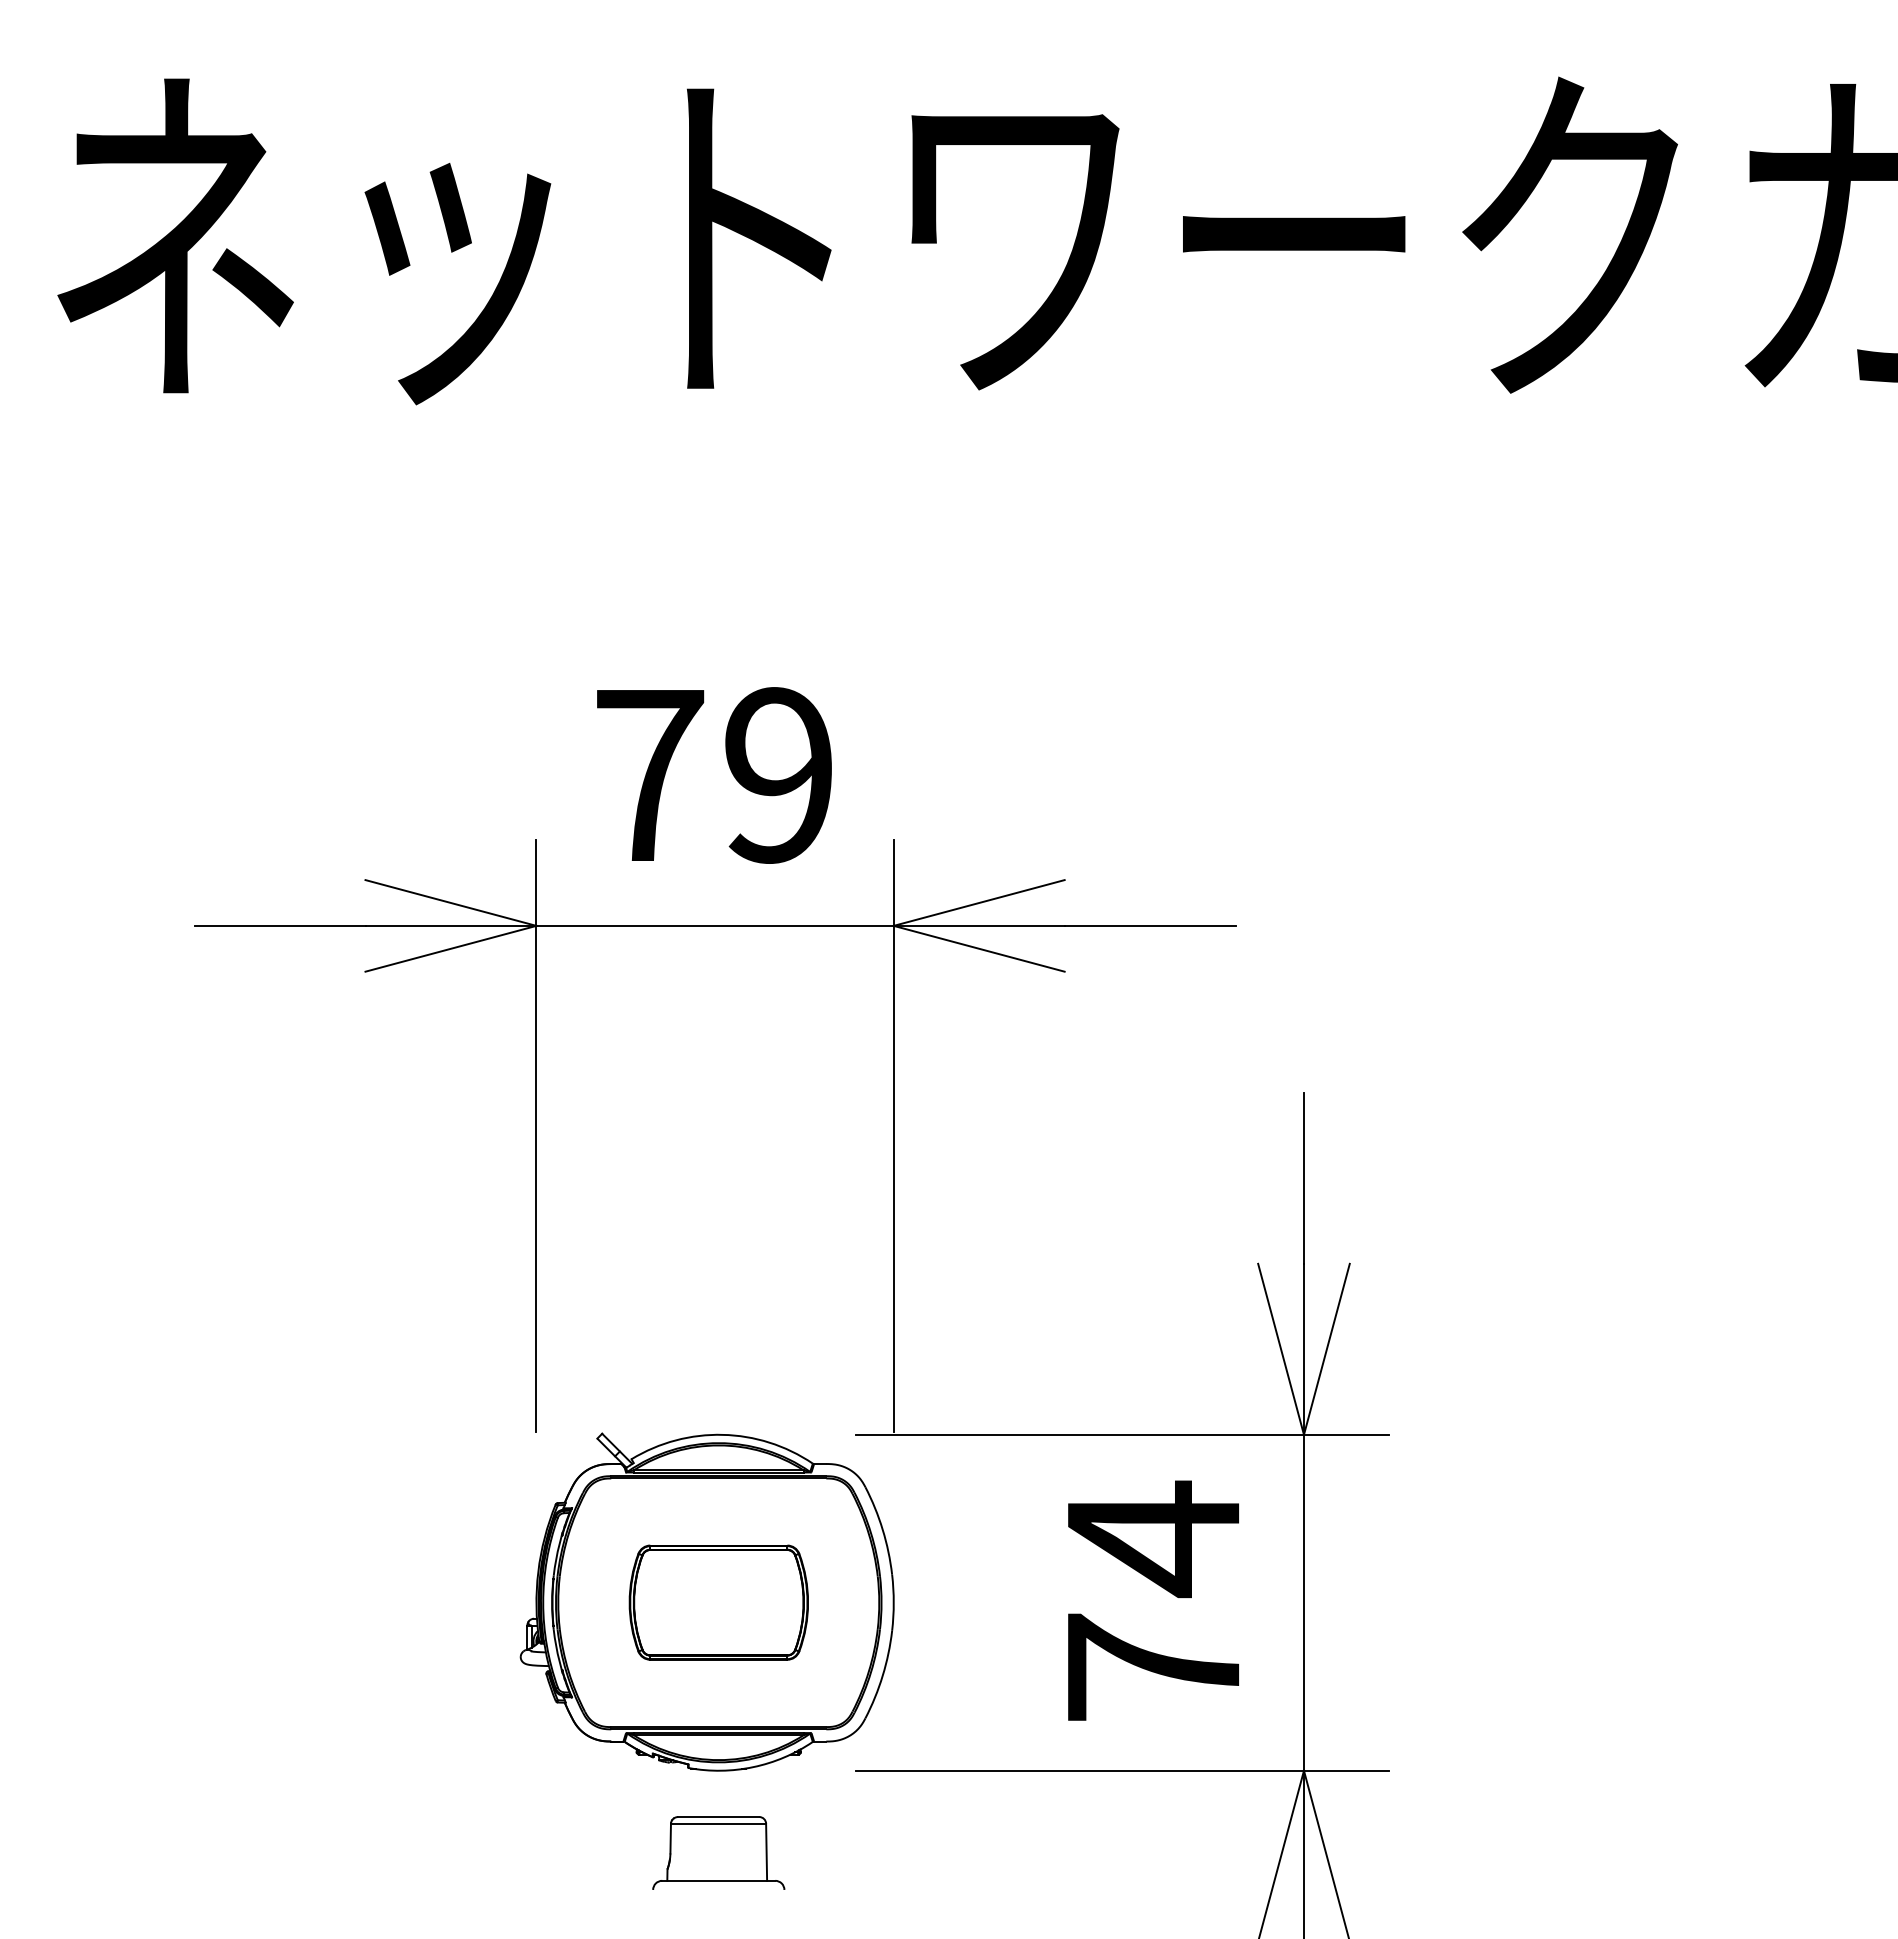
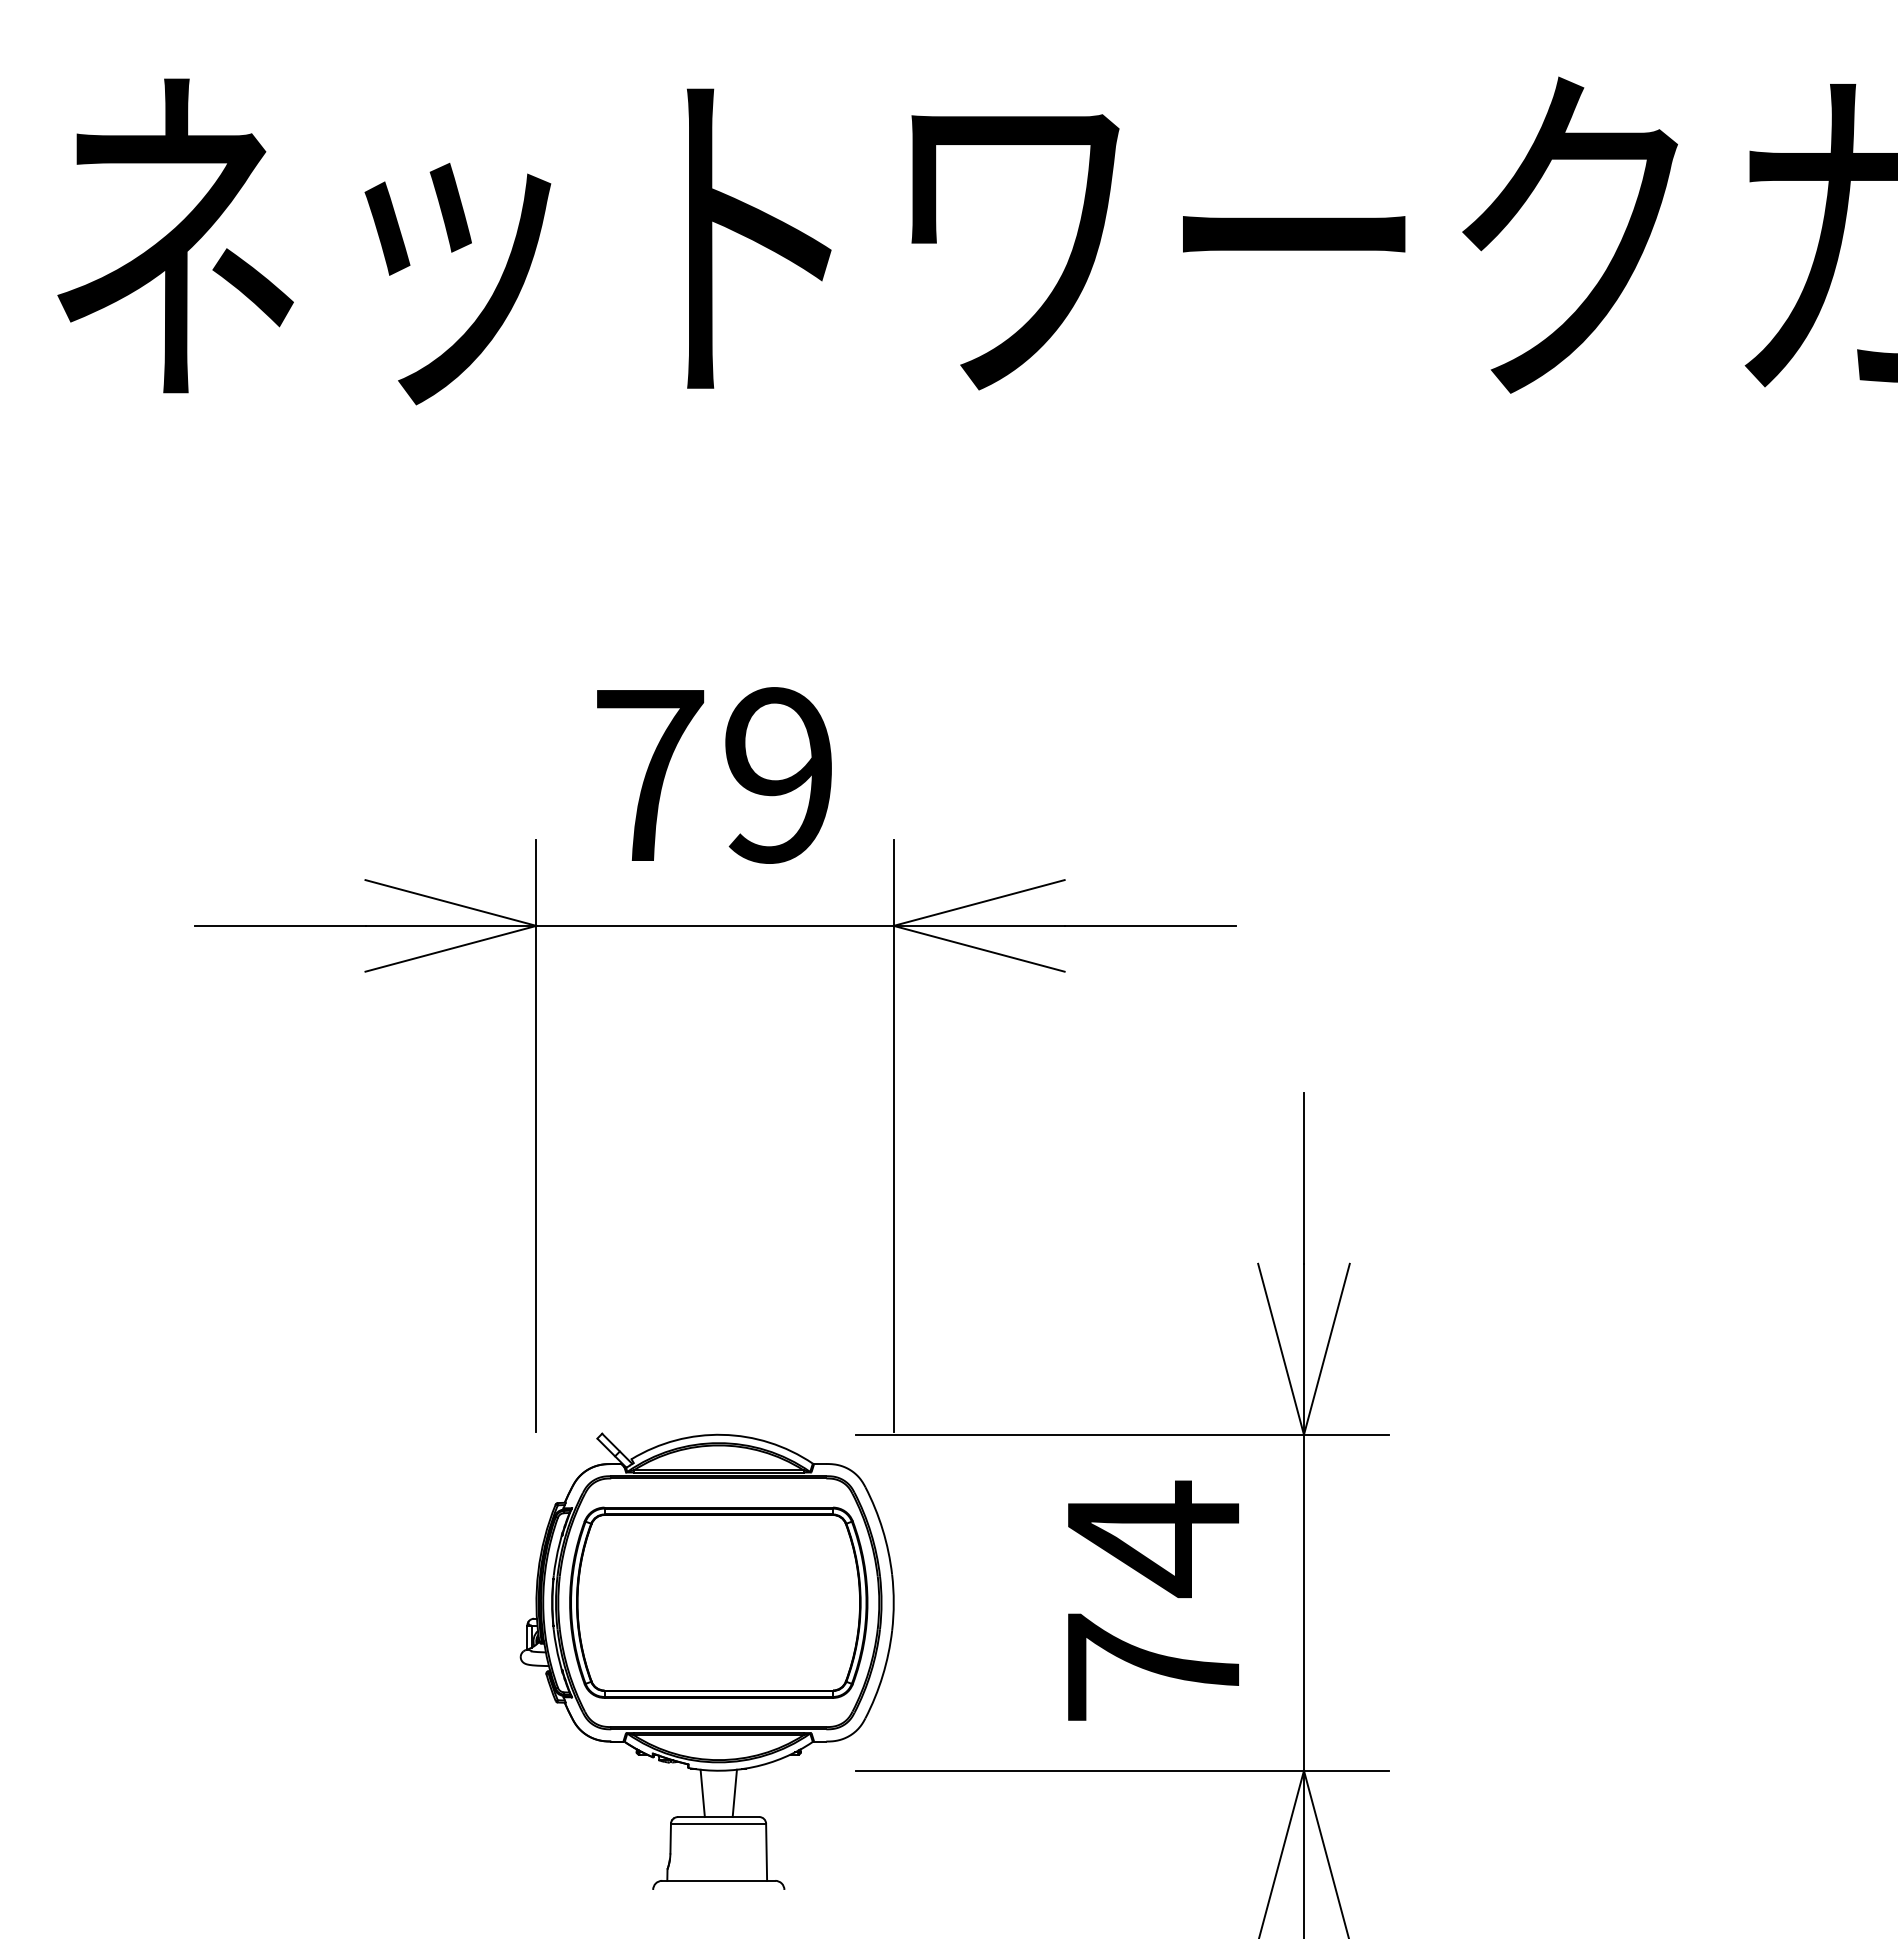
part at (718, 1602) size: 181x117 px -> 300x193 px
line at (702, 1793): none -> present
line at (734, 1793): none -> present
